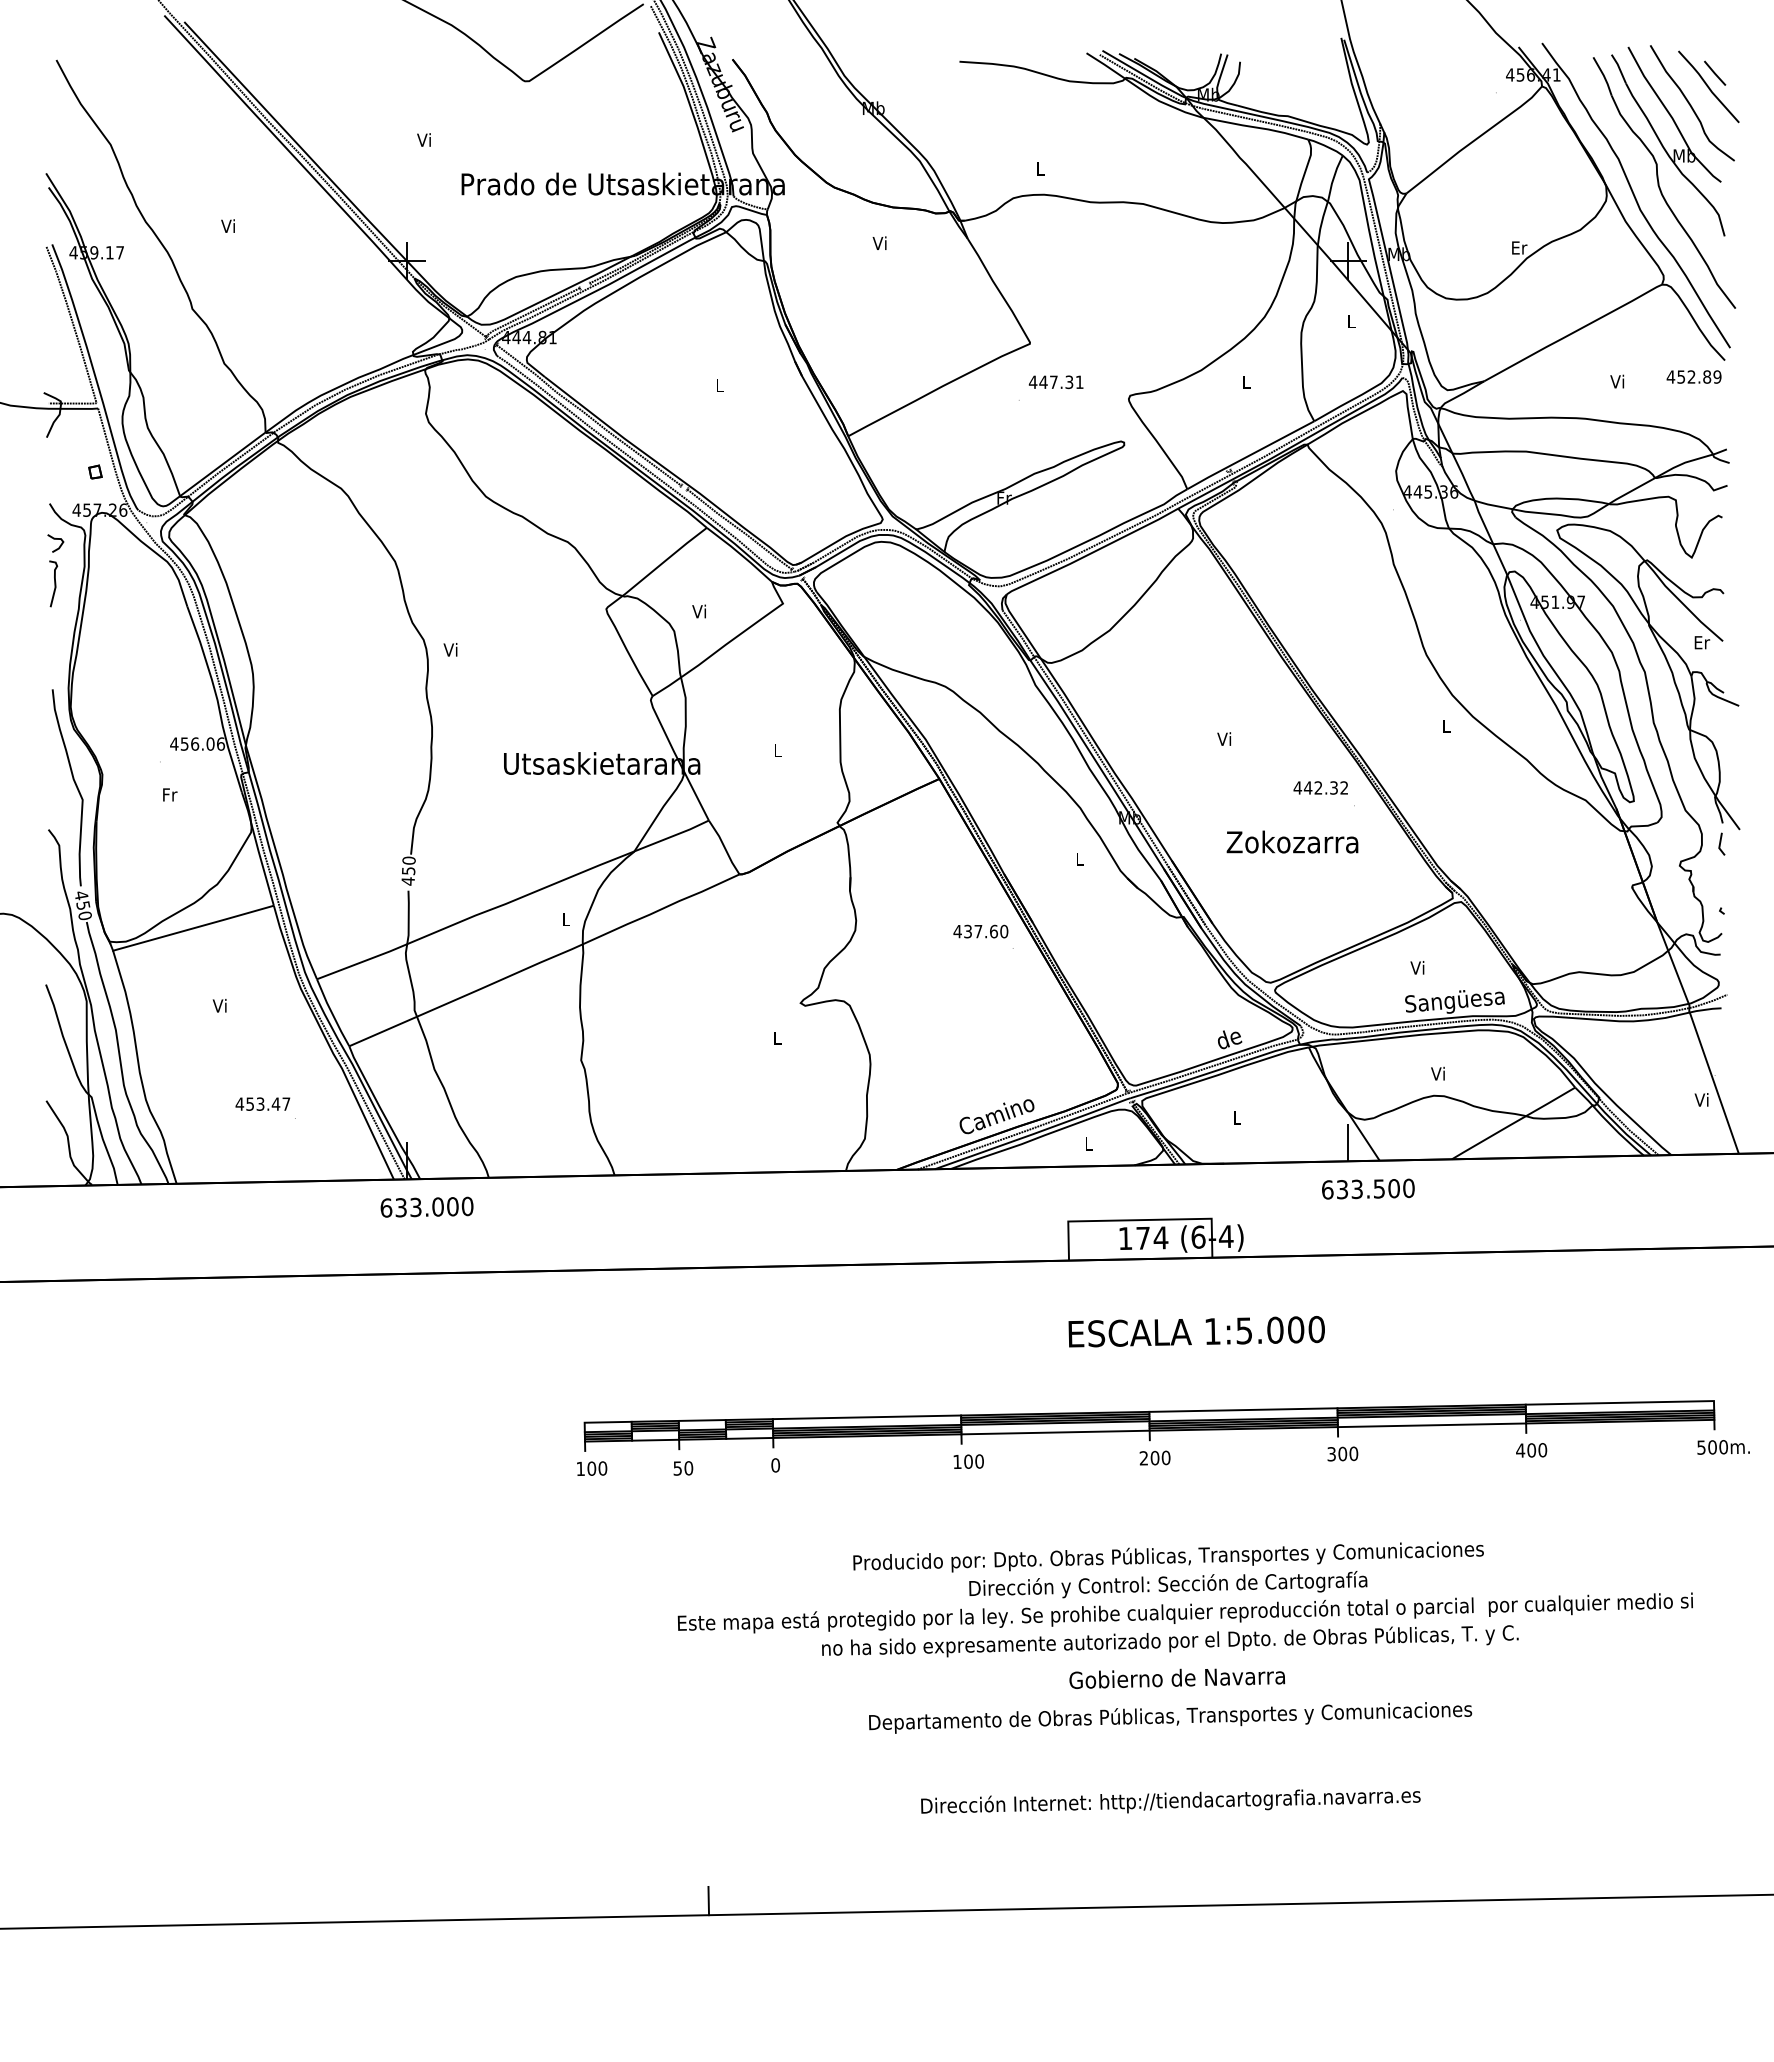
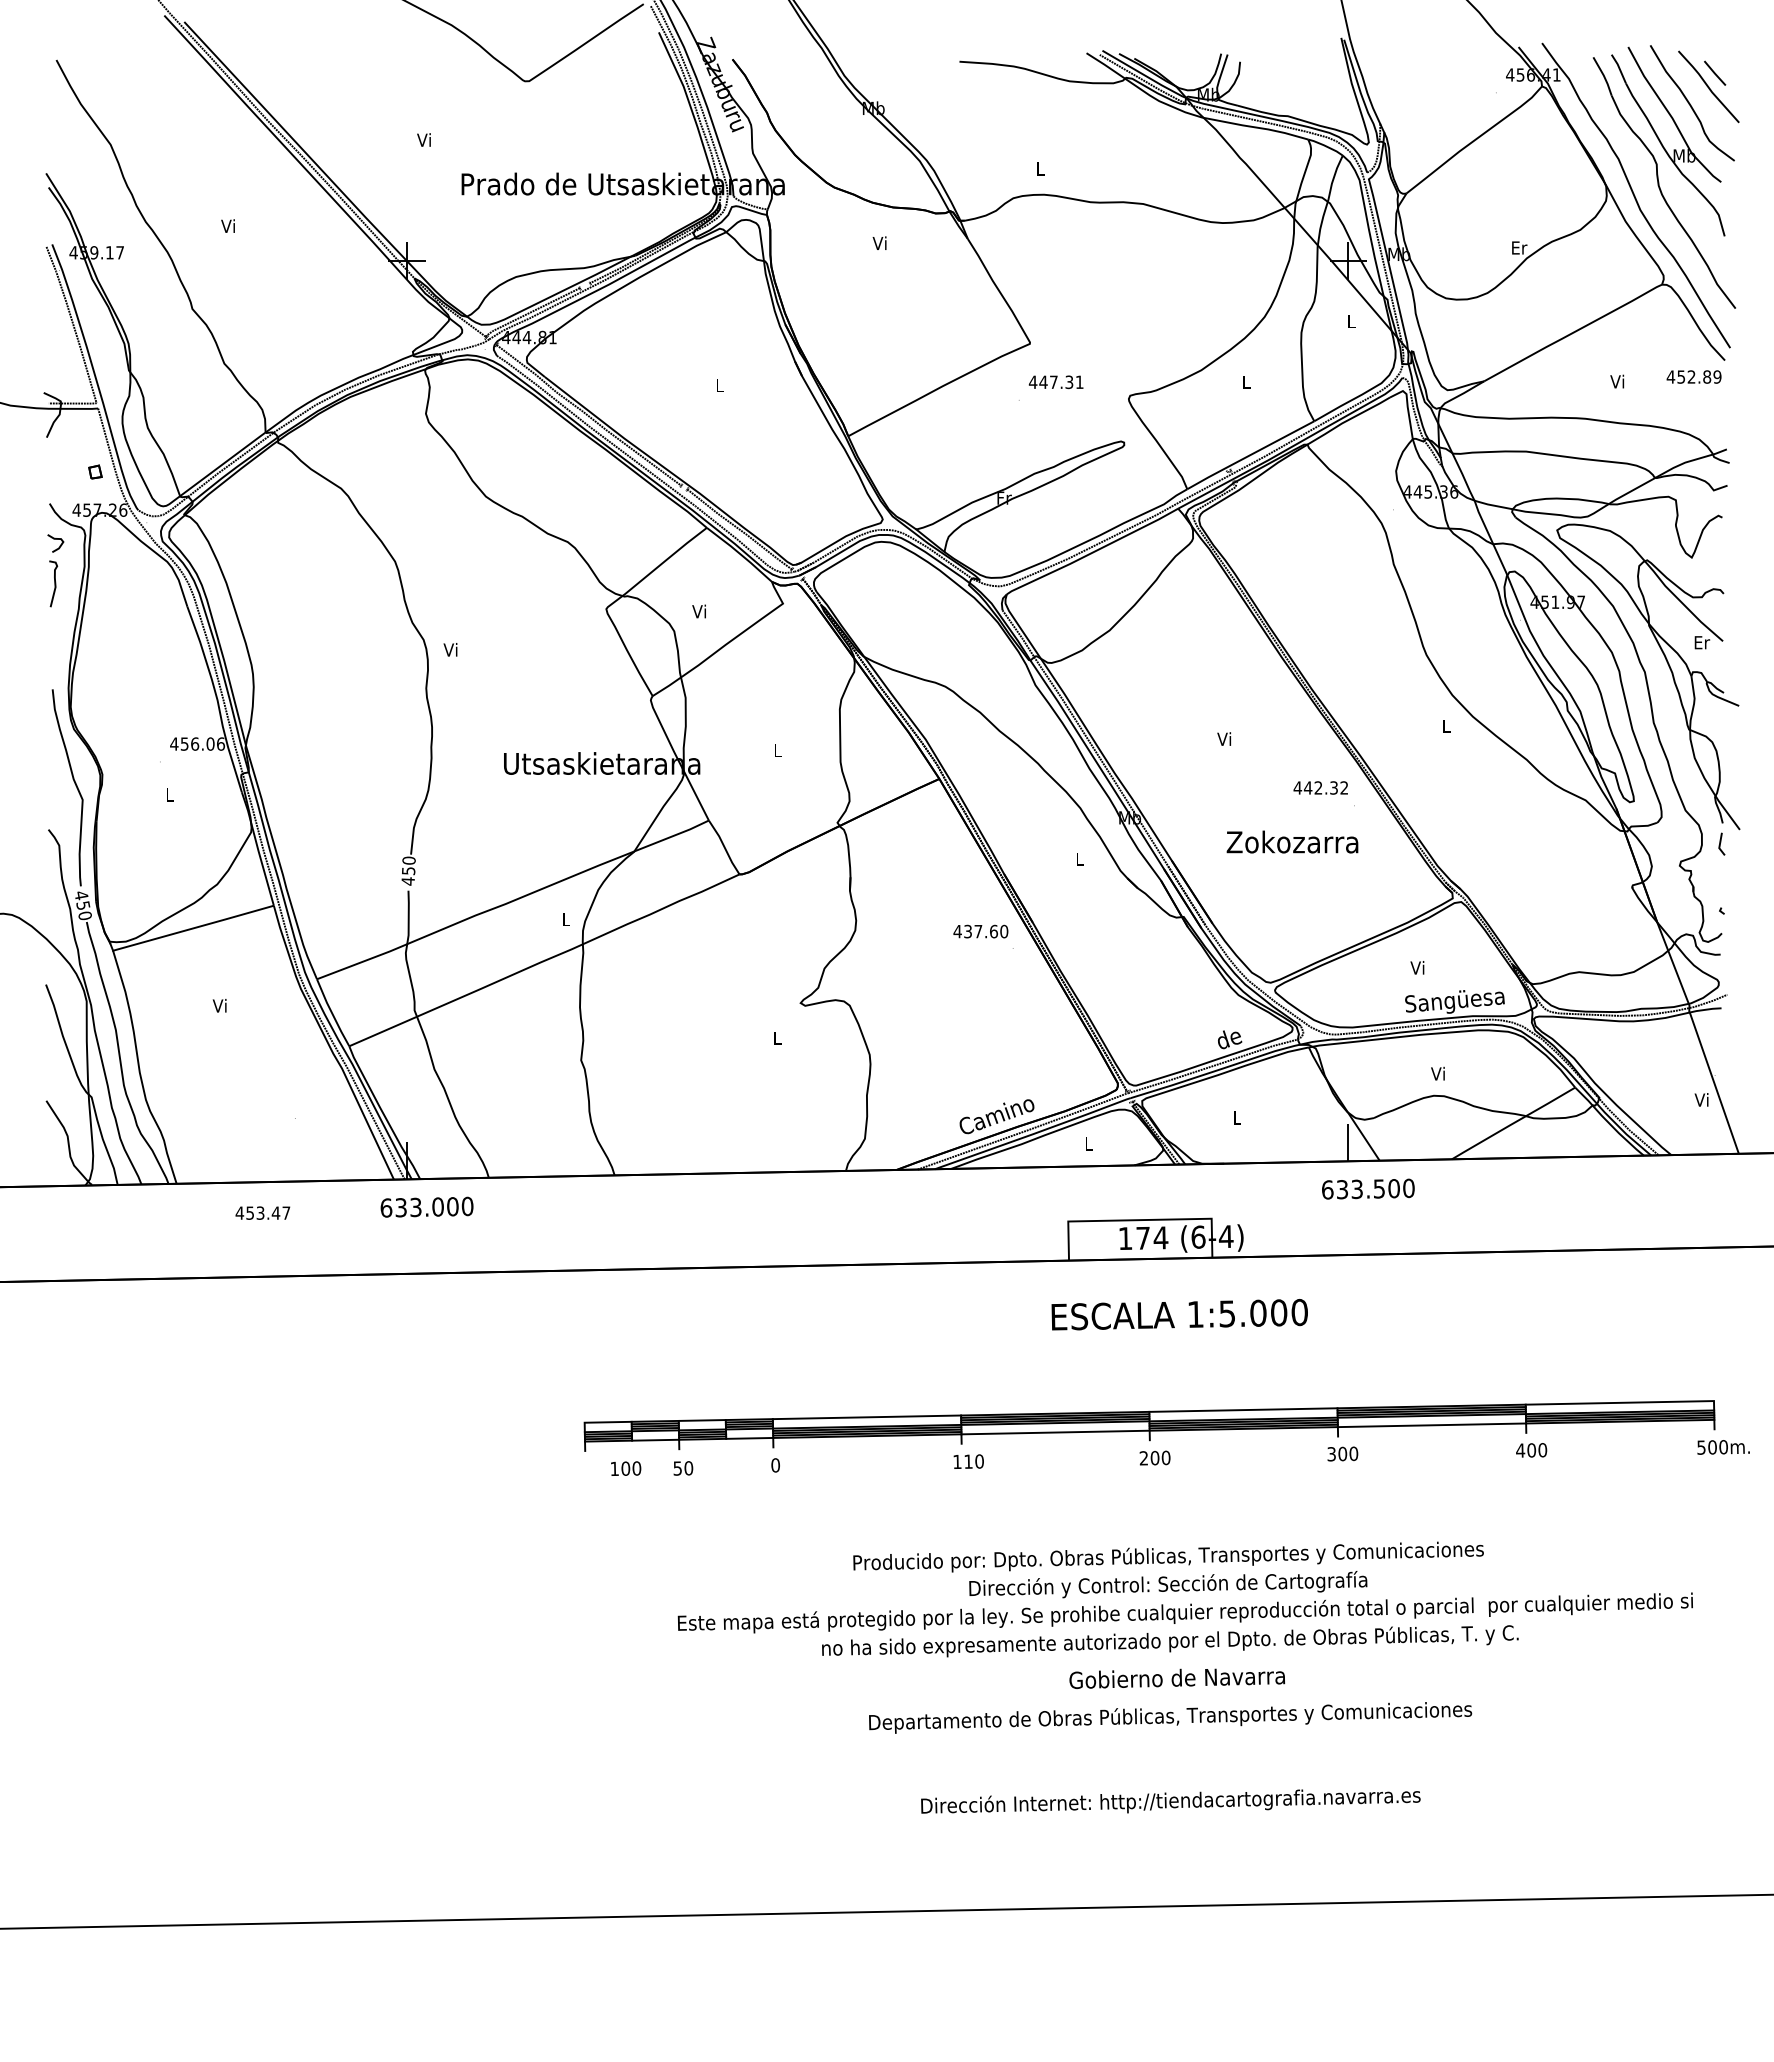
text at (170, 794): Fr -> L
text at (262, 1103) position: (262, 1103) -> (262, 1212)
text at (1196, 1331) position: (1196, 1331) -> (1179, 1314)
text at (968, 1461): 100 -> 110
text at (592, 1468) position: (592, 1468) -> (626, 1468)
line at (708, 1900): present -> none
